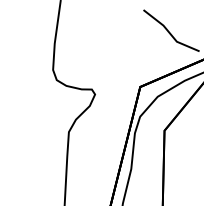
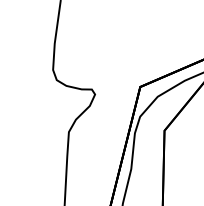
line at (169, 31): present -> none
